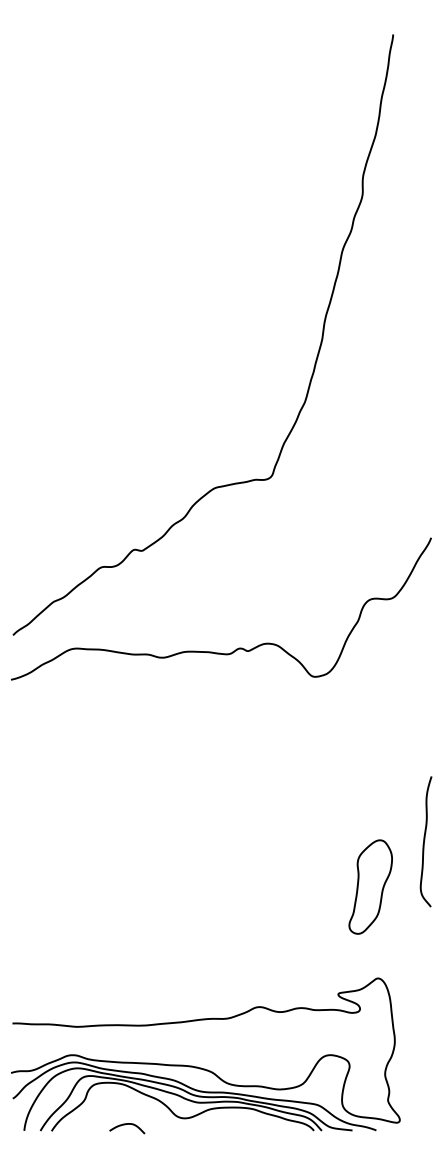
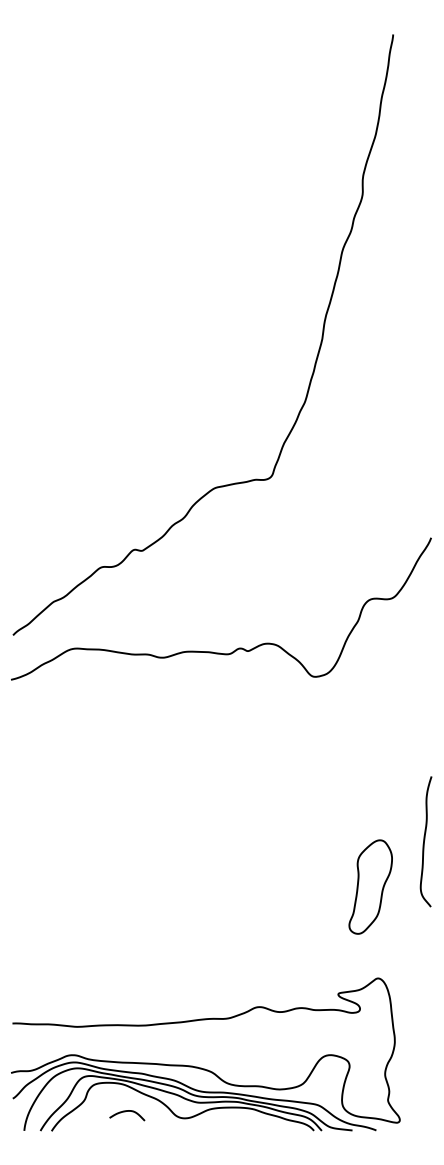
curve at (125, 1125) position: (125, 1125) -> (125, 1112)
